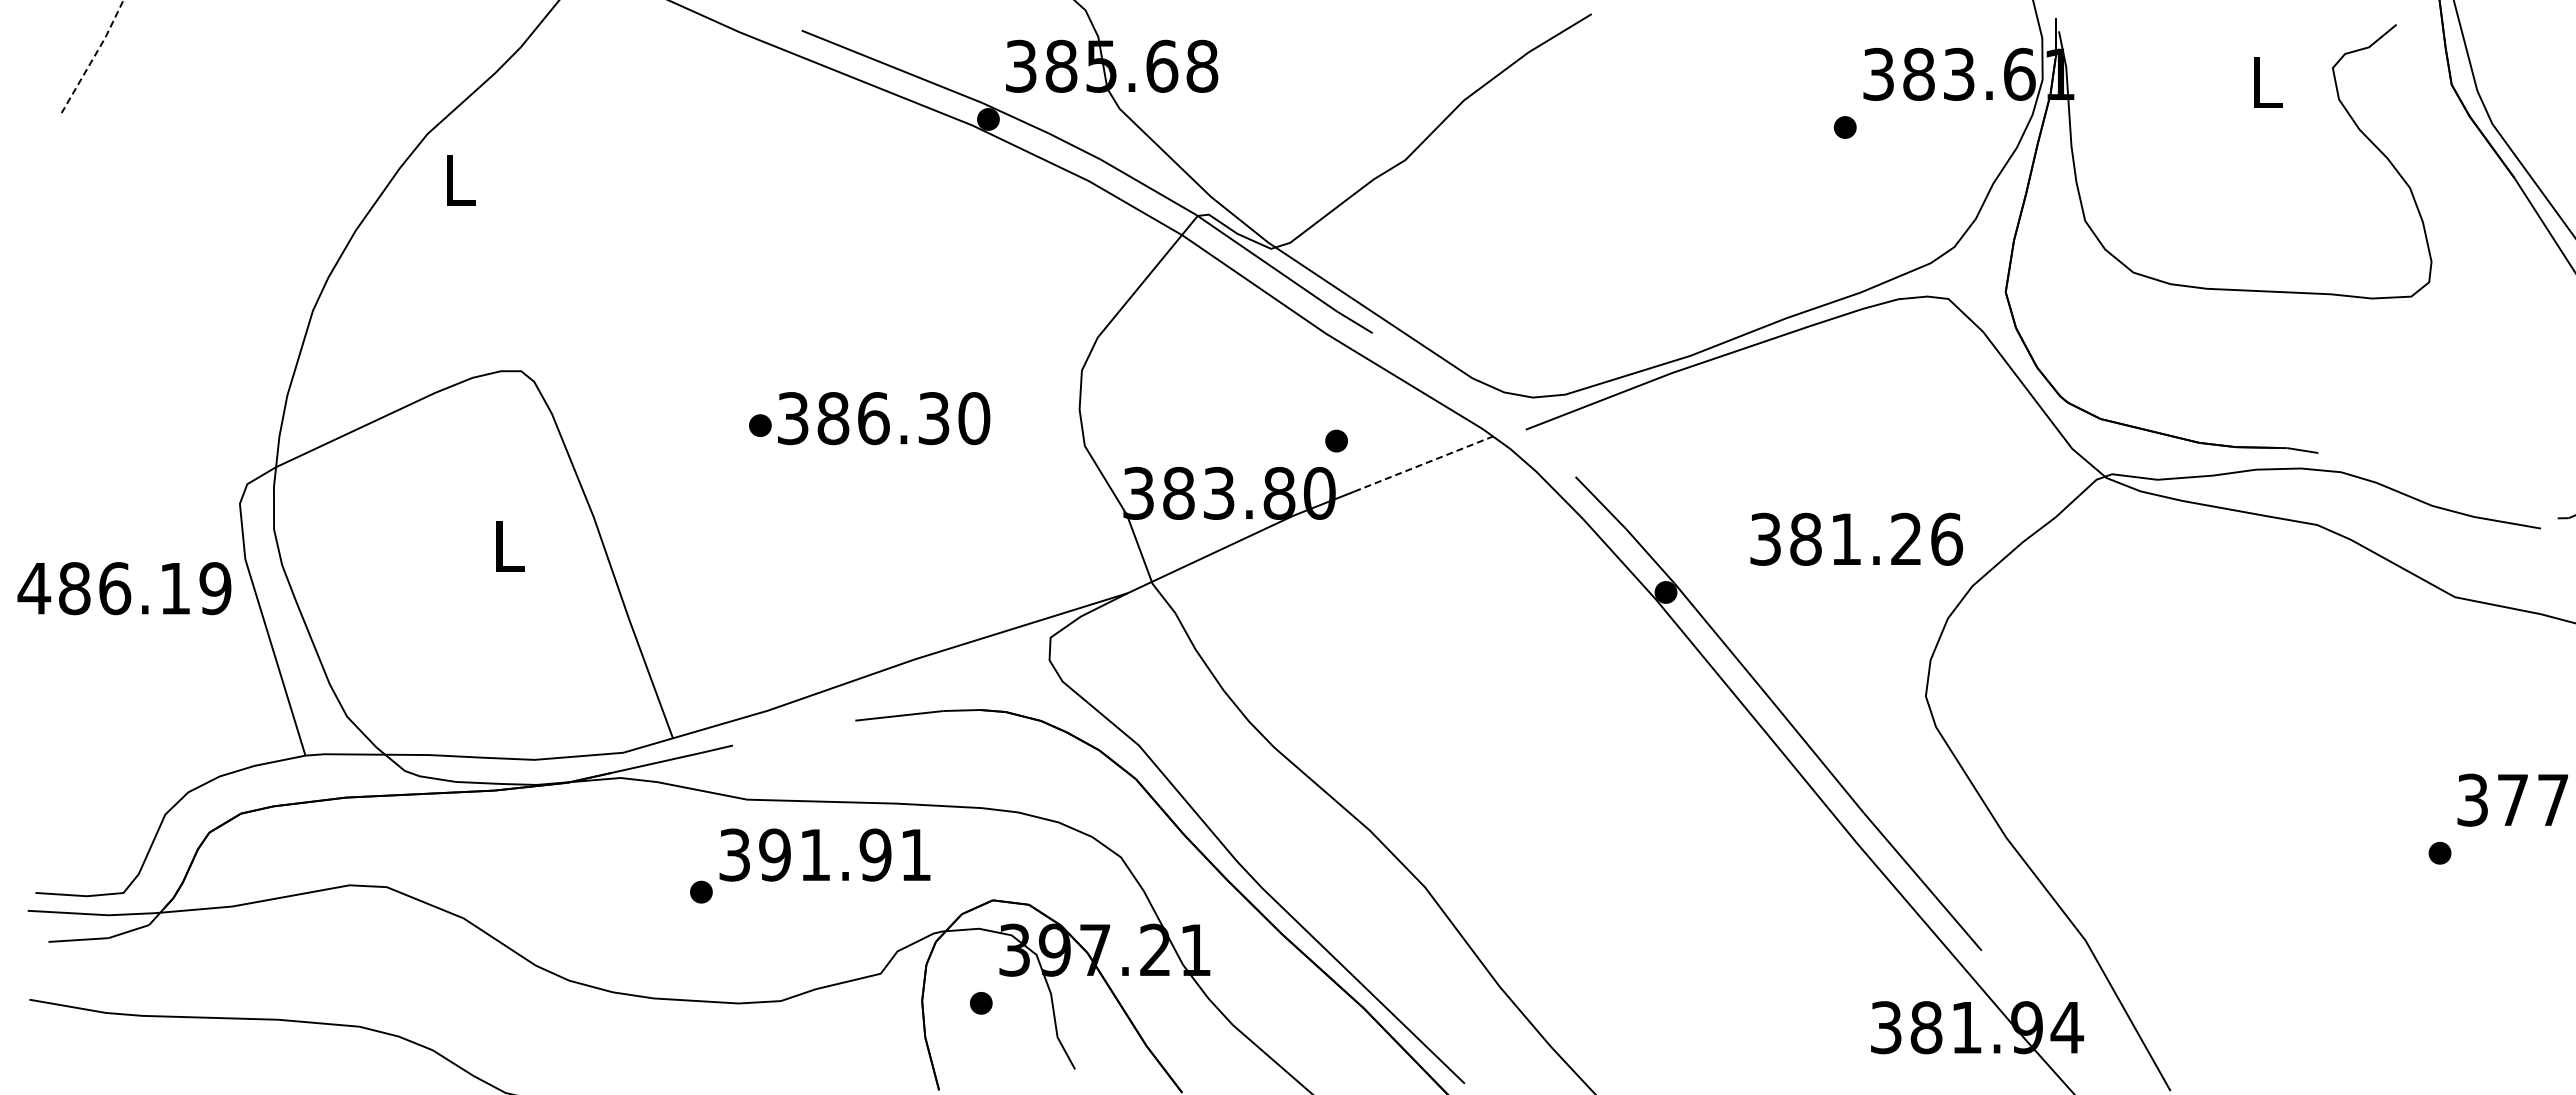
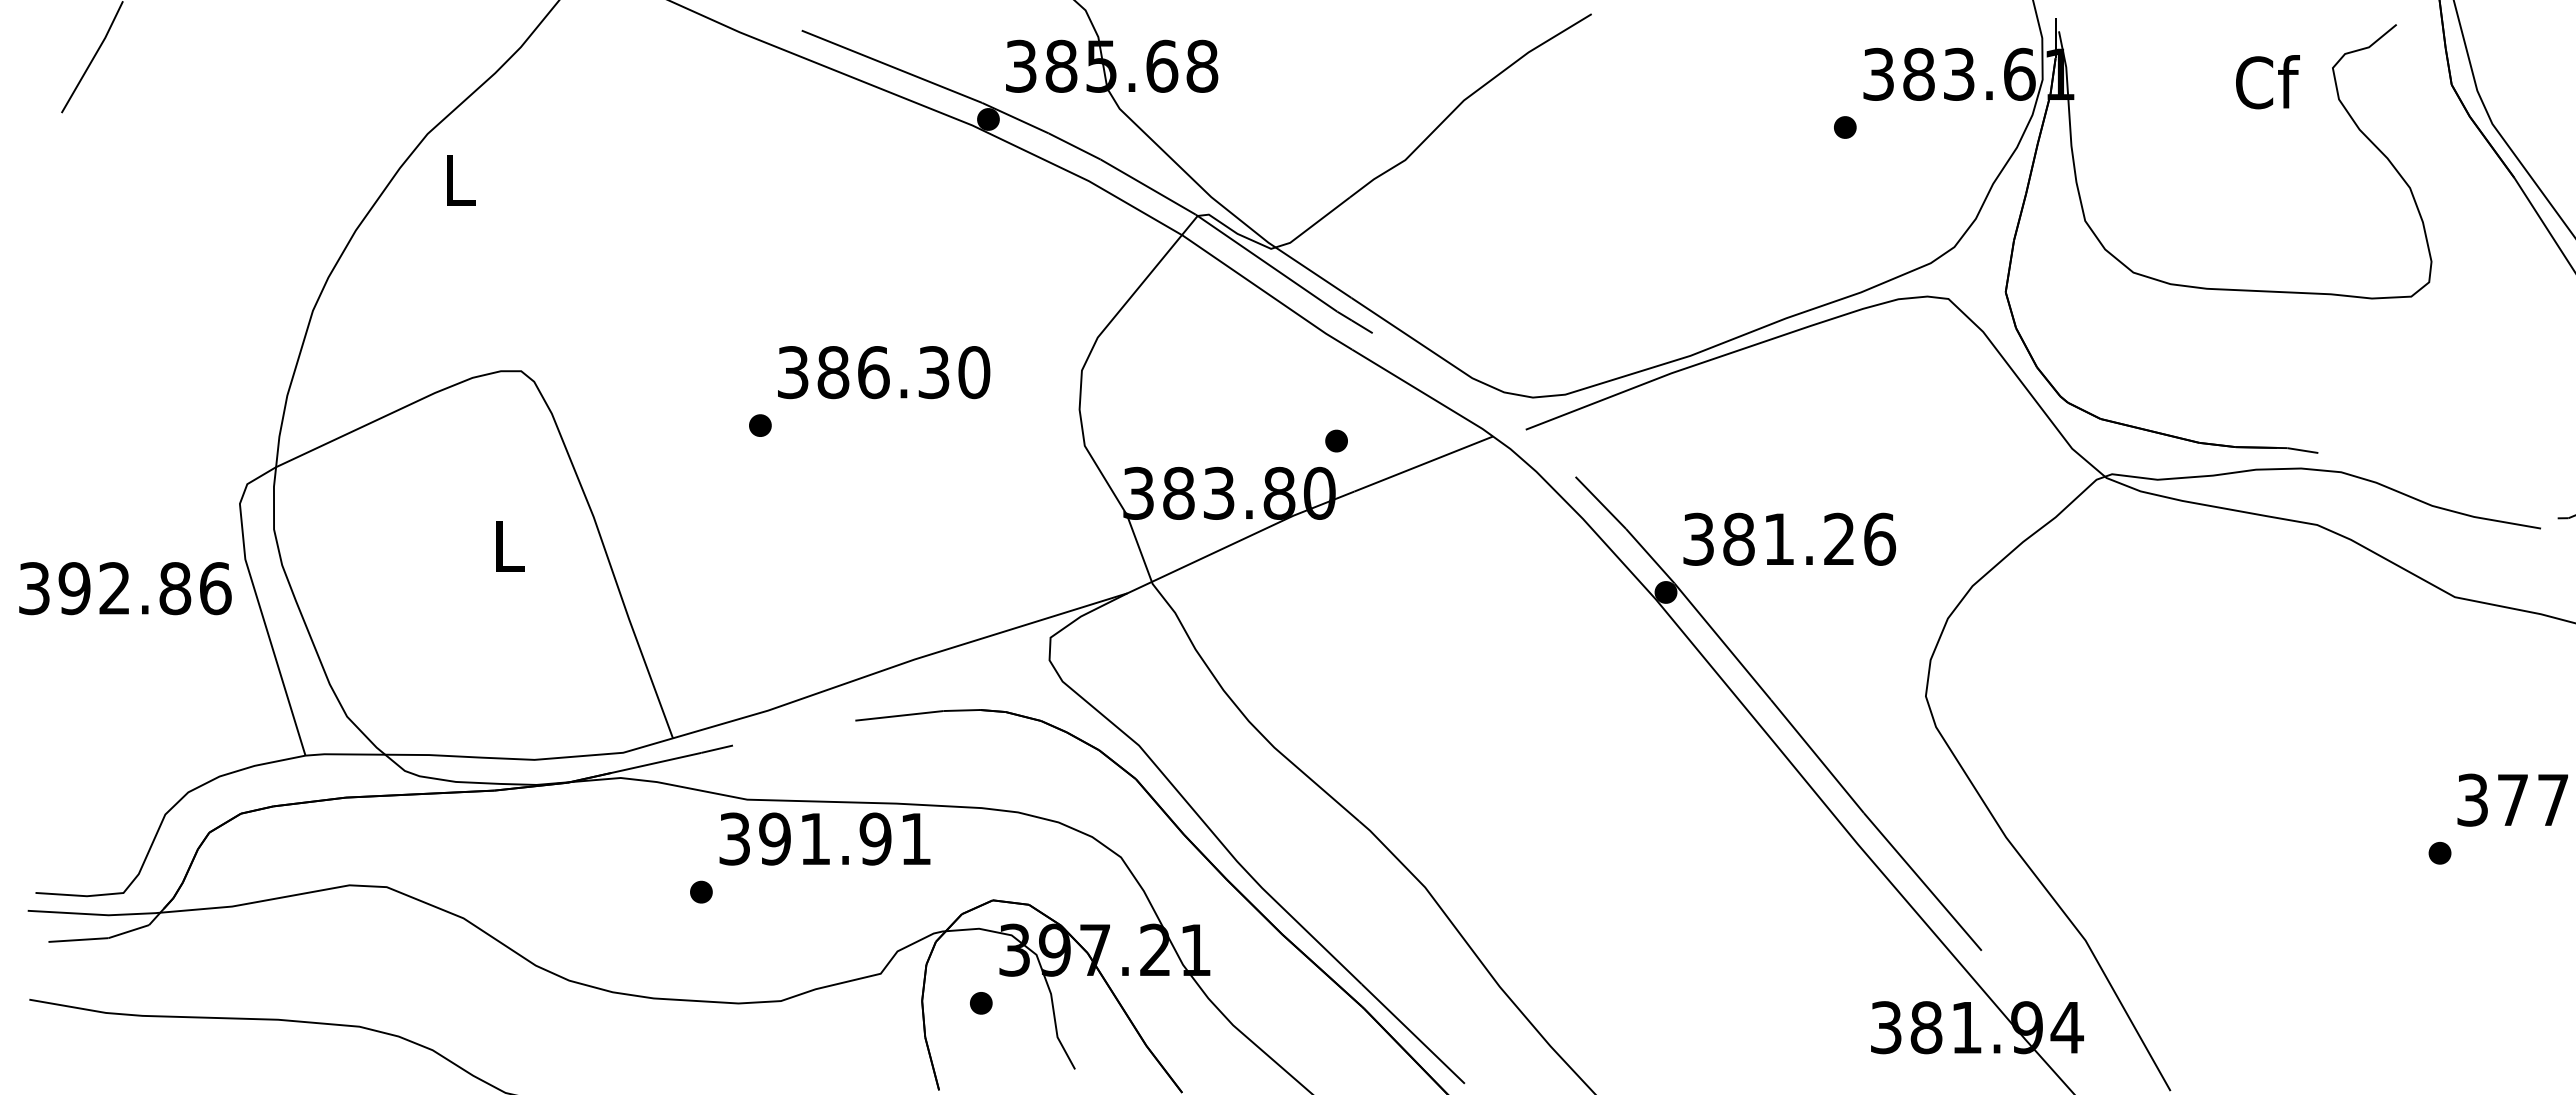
line at (93, 57): dashed -> solid
text at (2267, 82): L -> Cf
text at (884, 418) position: (884, 418) -> (884, 372)
line at (1423, 464): dashed -> solid
text at (1856, 538) position: (1856, 538) -> (1789, 538)
text at (124, 588): 486.19 -> 392.86
text at (824, 854) position: (824, 854) -> (824, 838)
